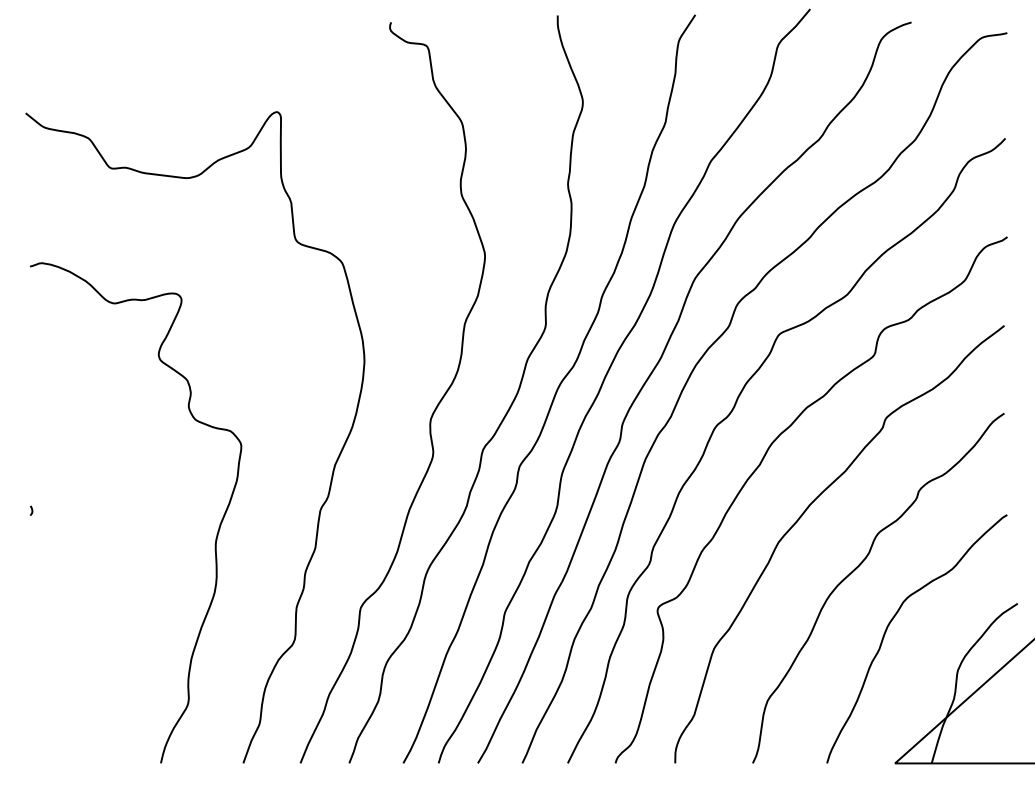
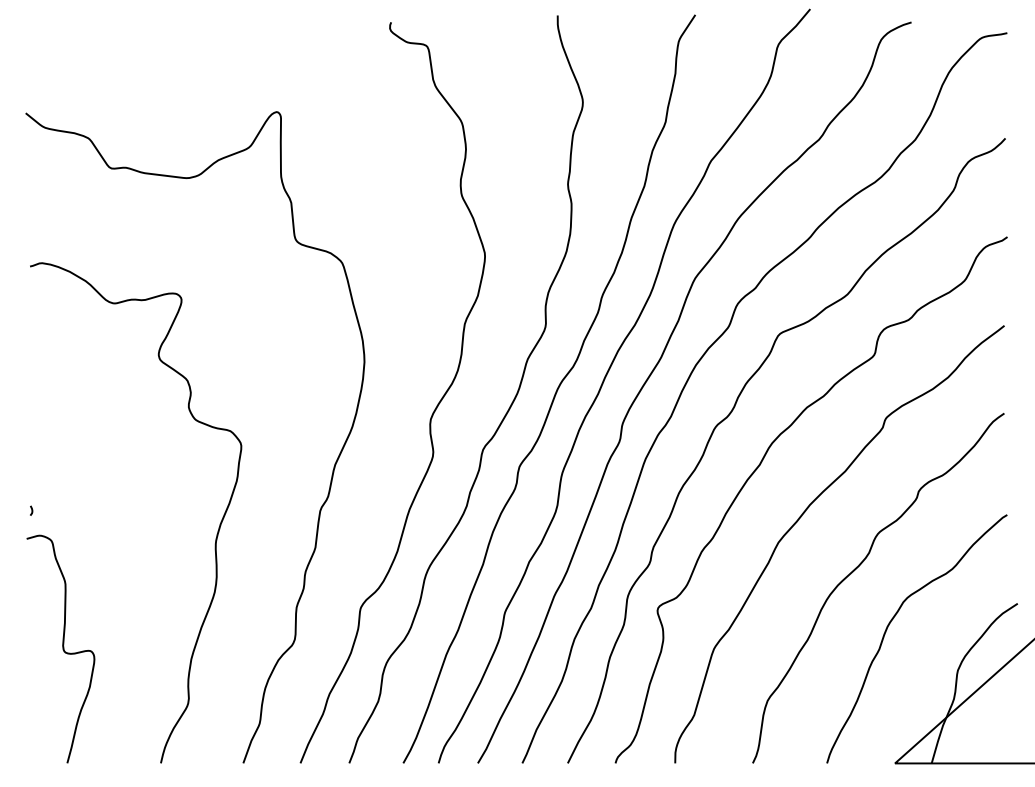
curve at (62, 648): none -> present
